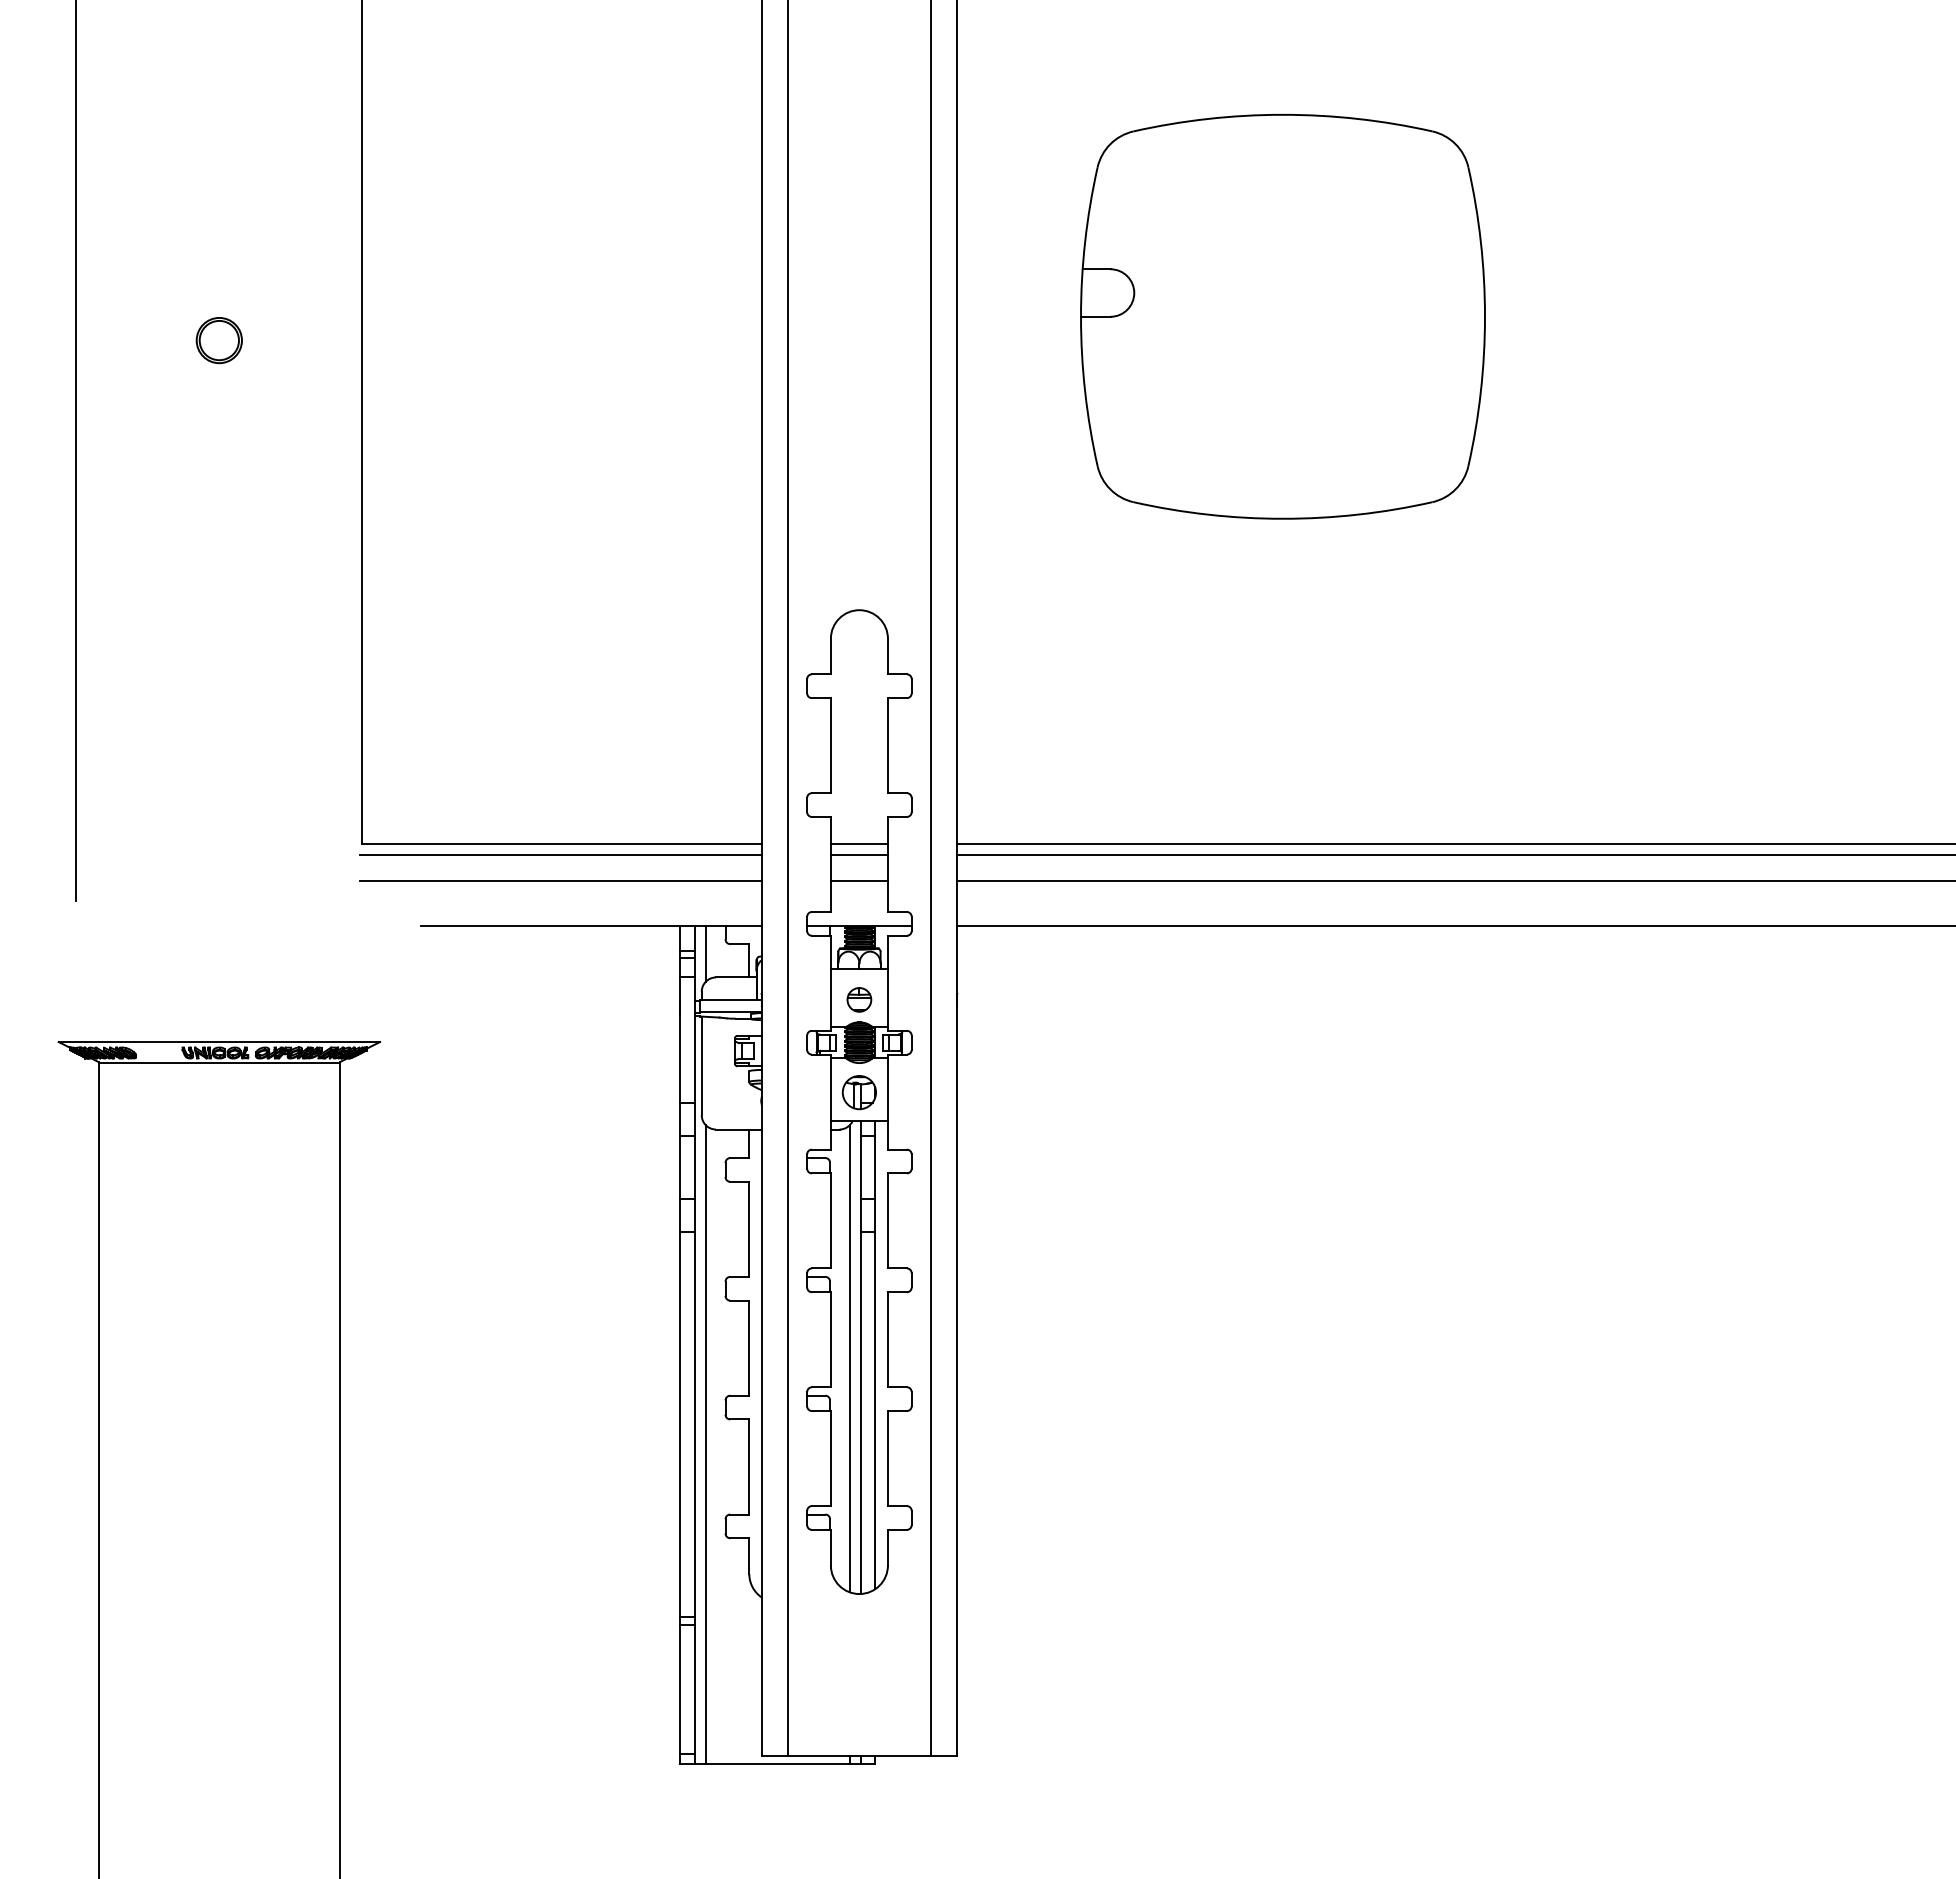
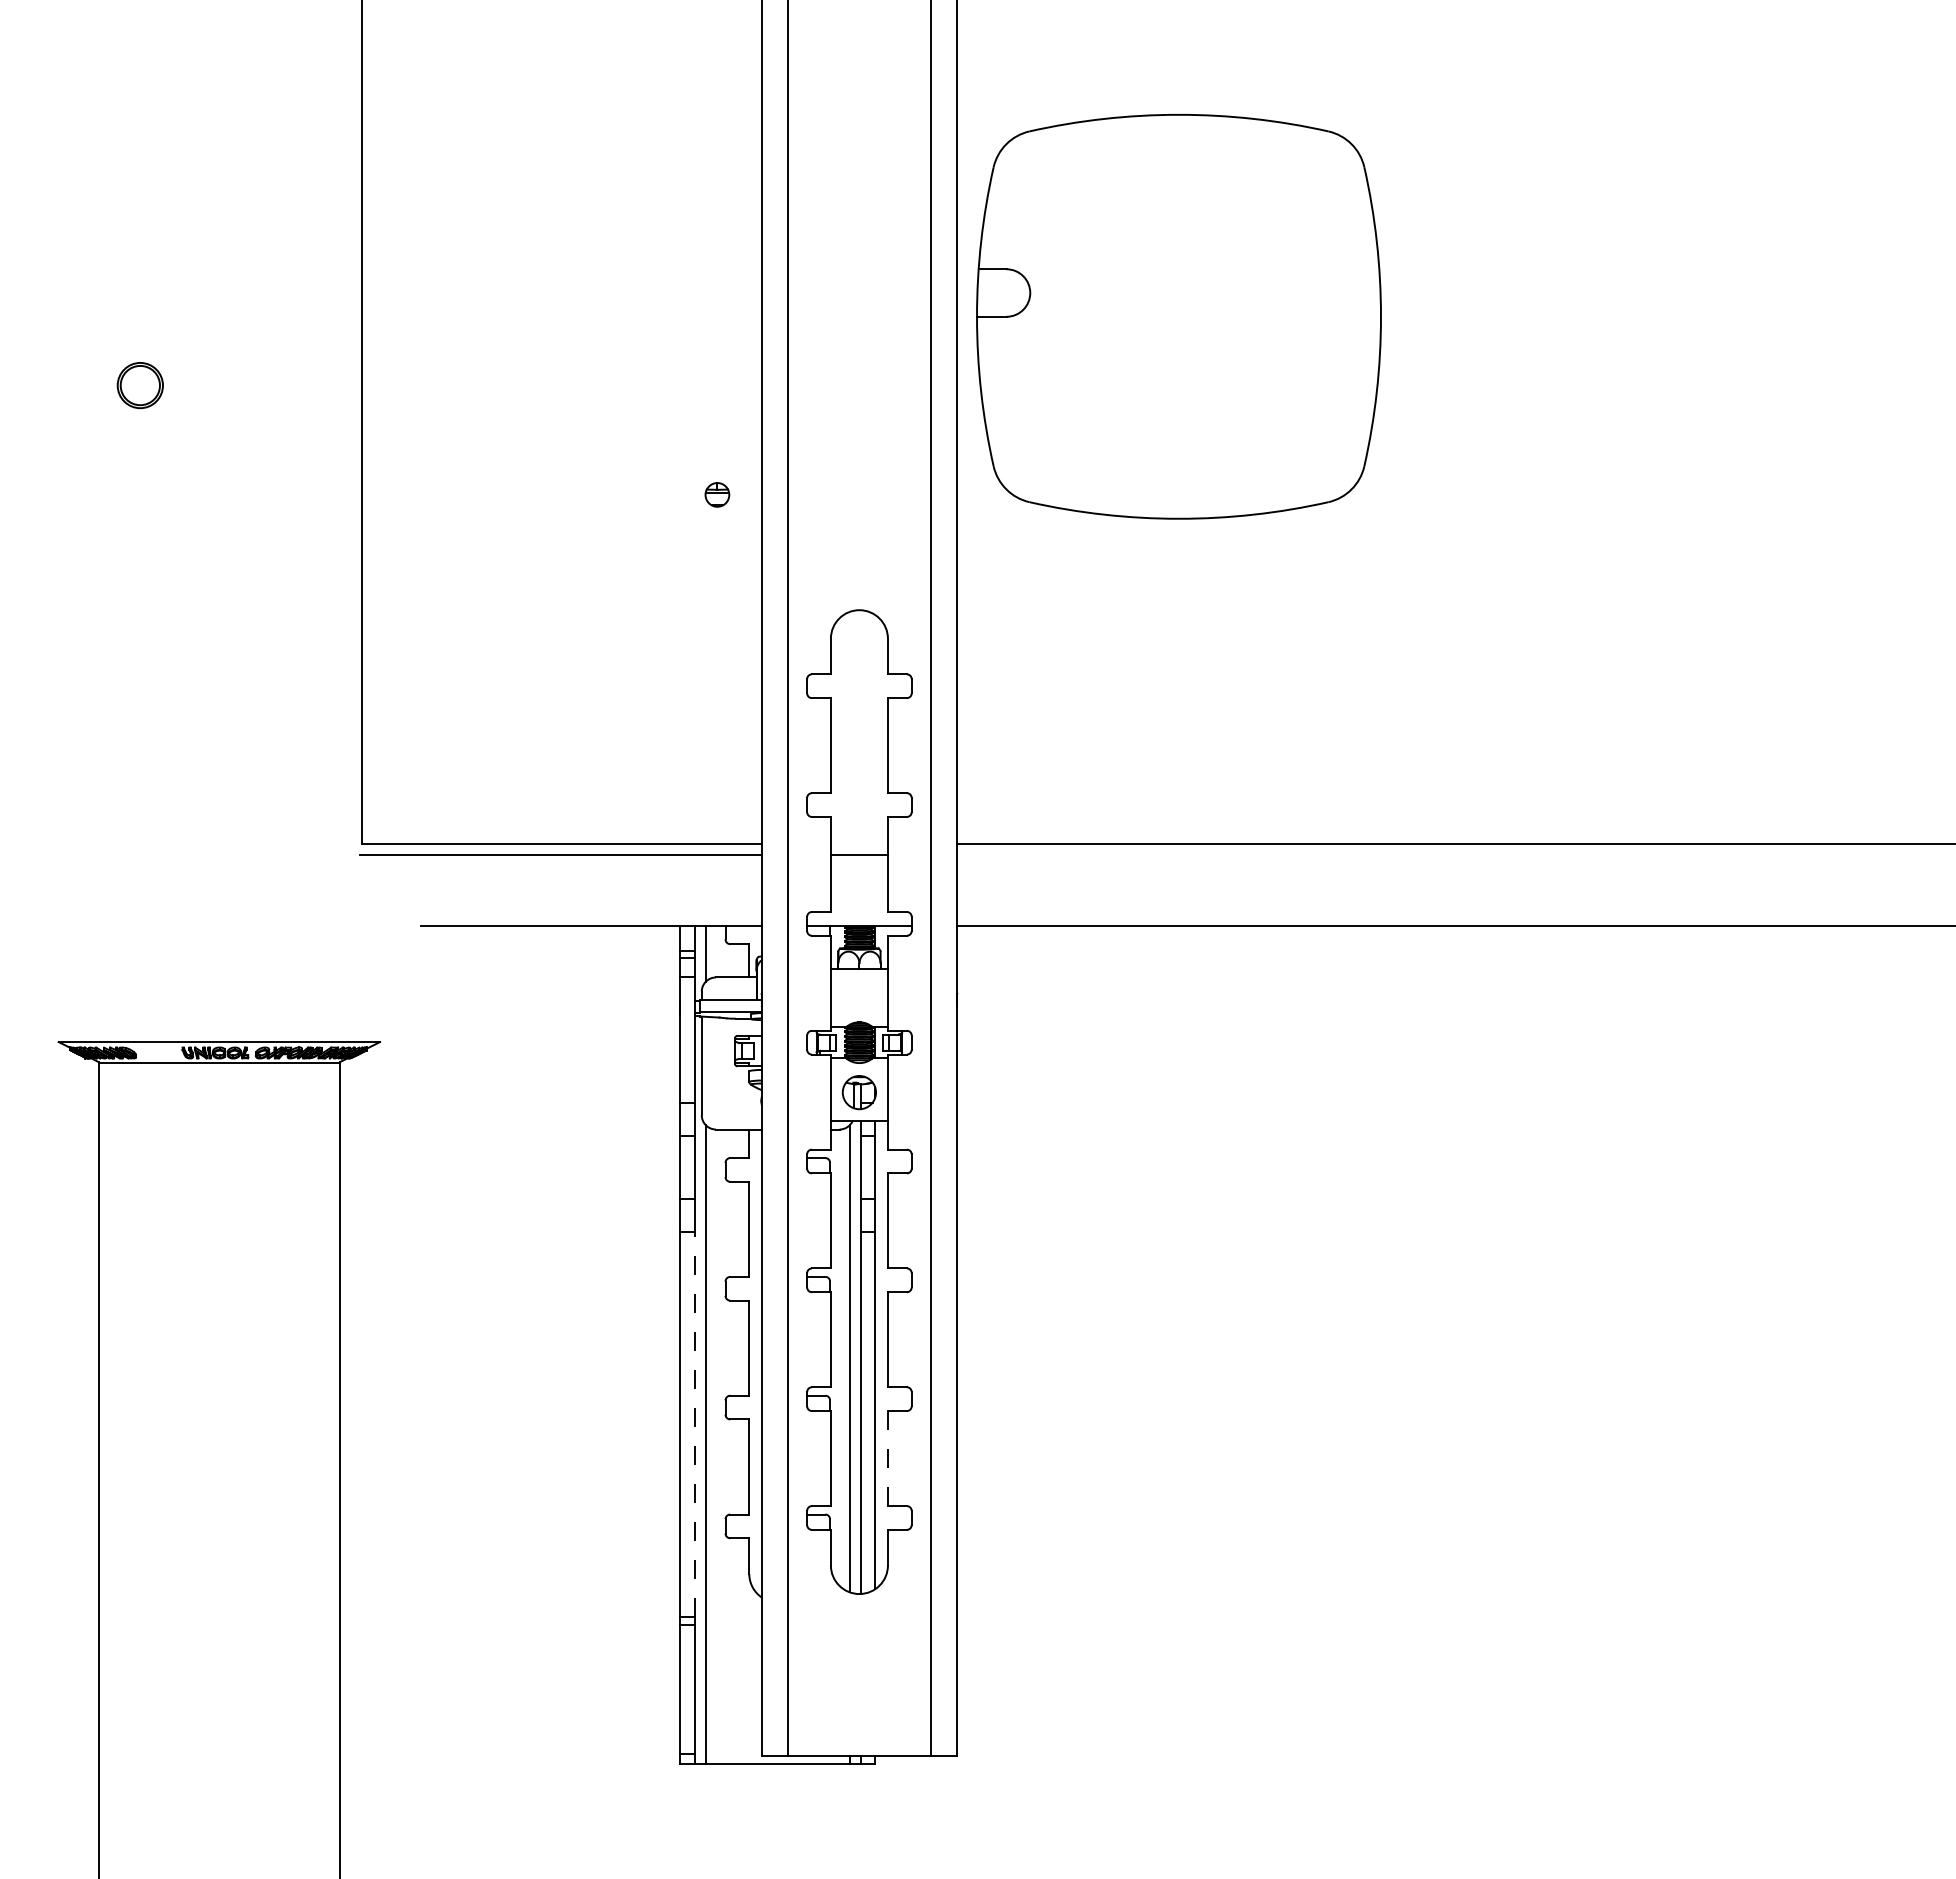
part at (1282, 316) position: (1282, 316) -> (1178, 316)
part at (218, 340) position: (218, 340) -> (139, 385)
line at (76, 451): present -> none
line at (858, 843): present -> none
line at (1454, 855): present -> none
line at (560, 880): present -> none
line at (858, 880): present -> none
line at (1454, 880): present -> none
part at (859, 999) position: (859, 999) -> (717, 494)
line at (694, 1424): solid -> dashed
line at (887, 1458): solid -> dashed
